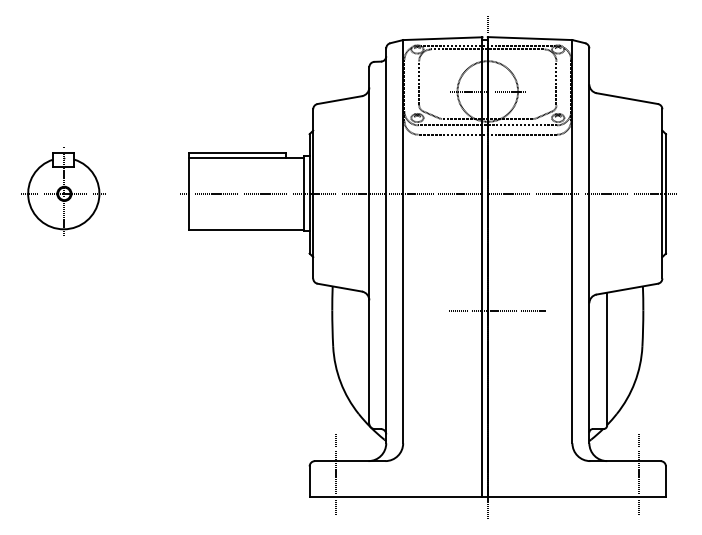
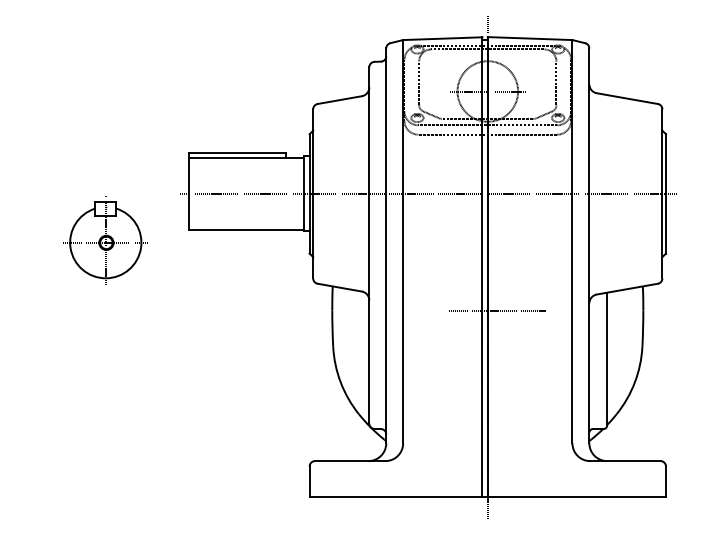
part at (63, 191) position: (63, 191) -> (105, 240)
line at (336, 474): present -> none
line at (639, 474): present -> none
